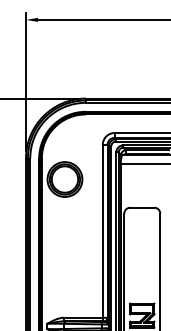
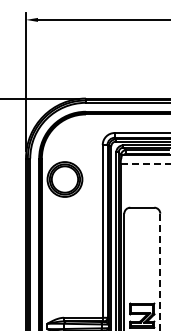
line at (145, 164): solid -> dashed
line at (160, 272): solid -> dashed
